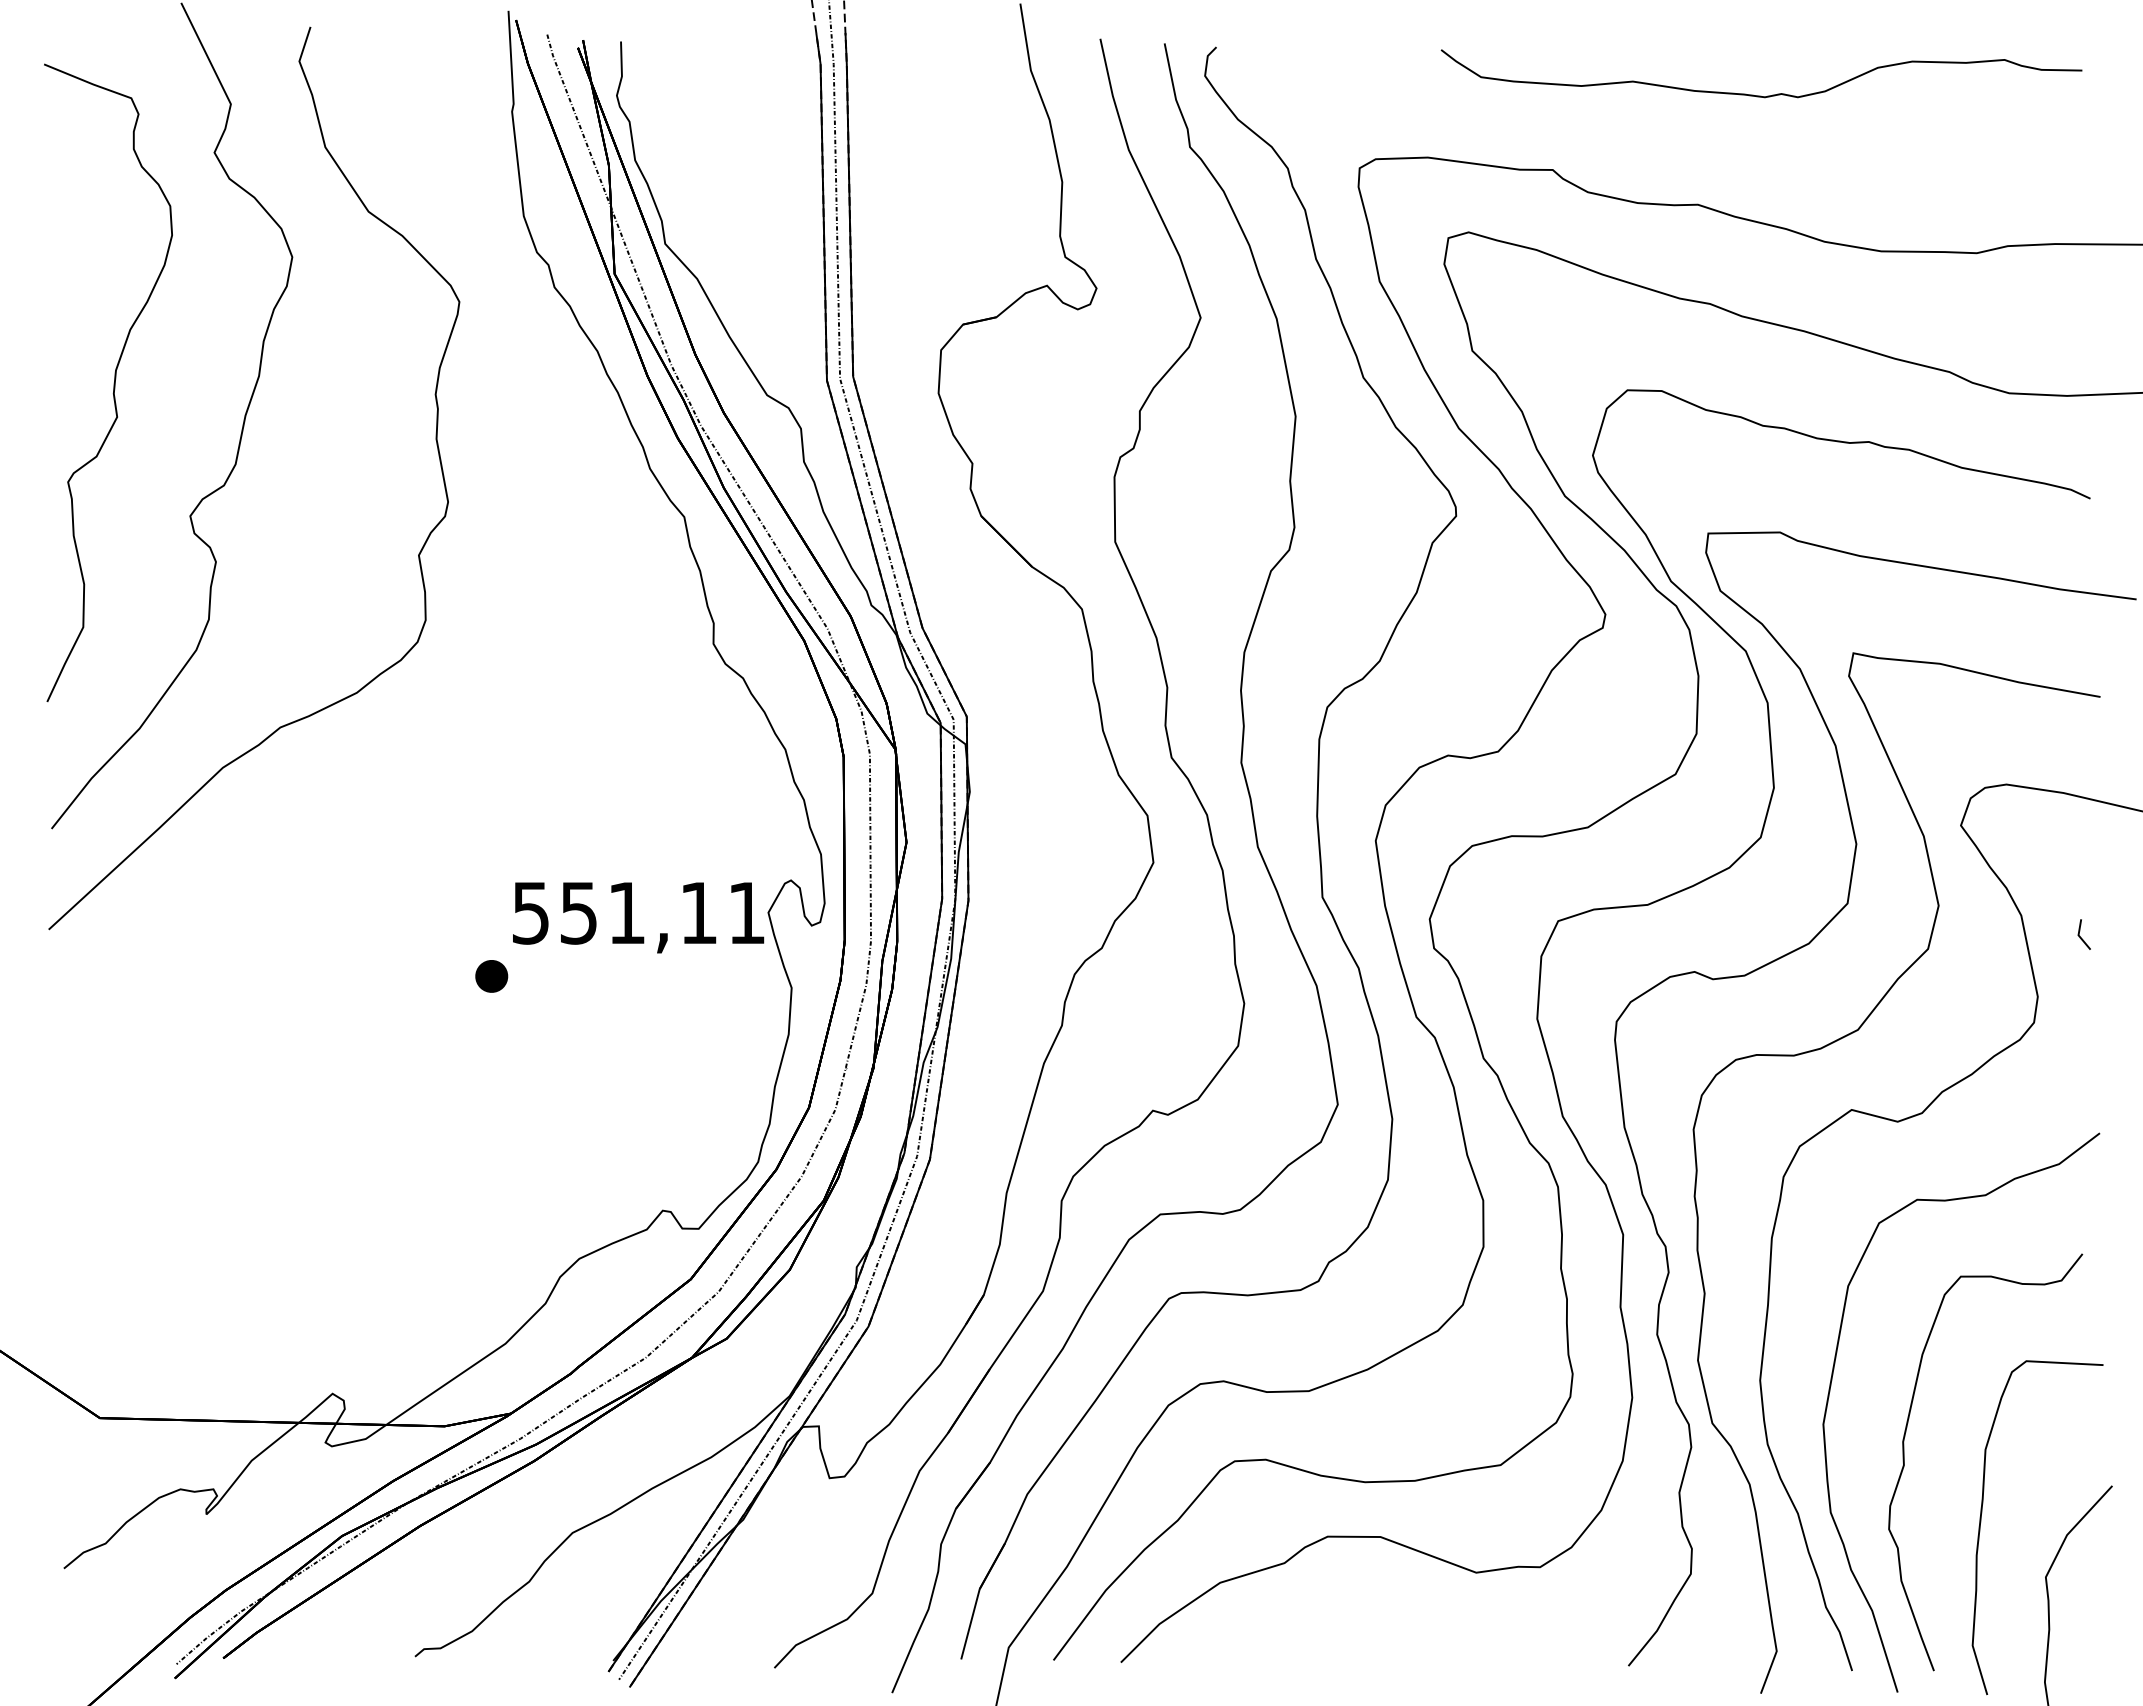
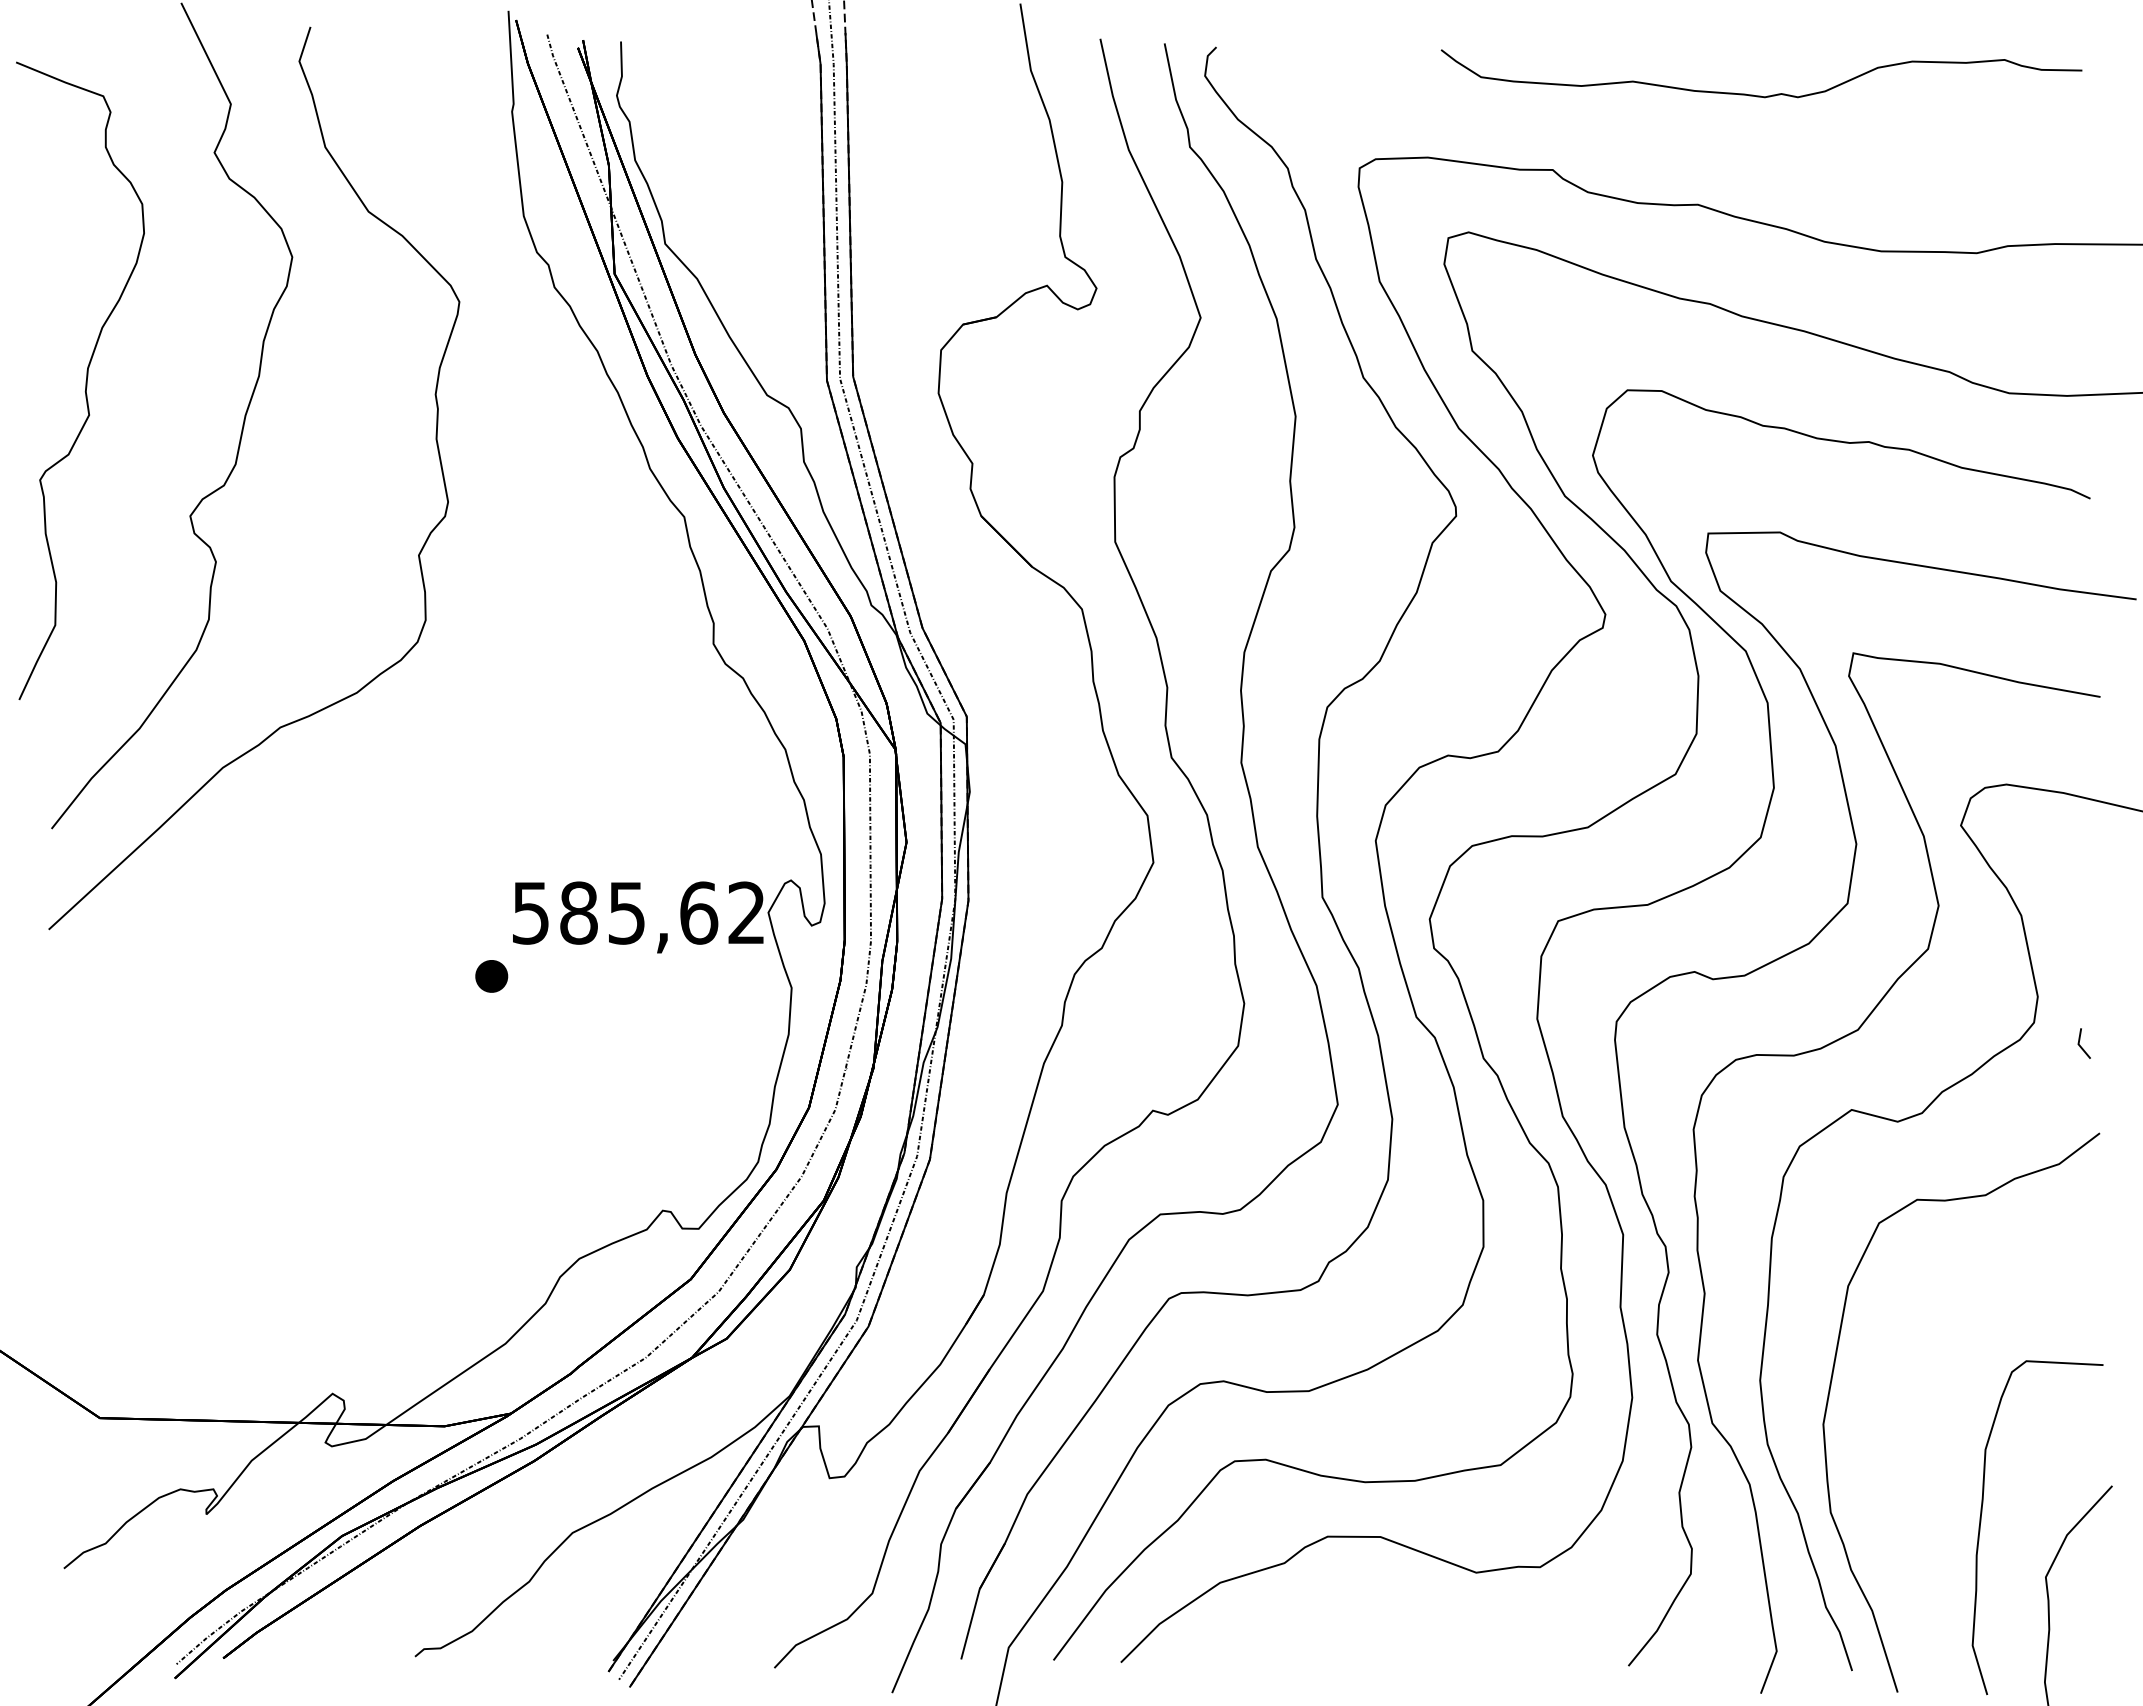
curve at (113, 383) position: (113, 383) -> (85, 381)
text at (662, 912): 551,11 -> 585,62
line at (2080, 936) position: (2080, 936) -> (2080, 1045)
curve at (1904, 1462): present -> none
